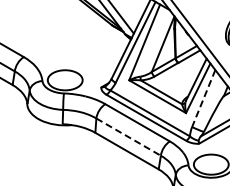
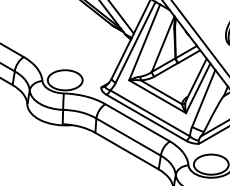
line at (203, 98): dashed -> solid
line at (129, 137): dashed -> solid
